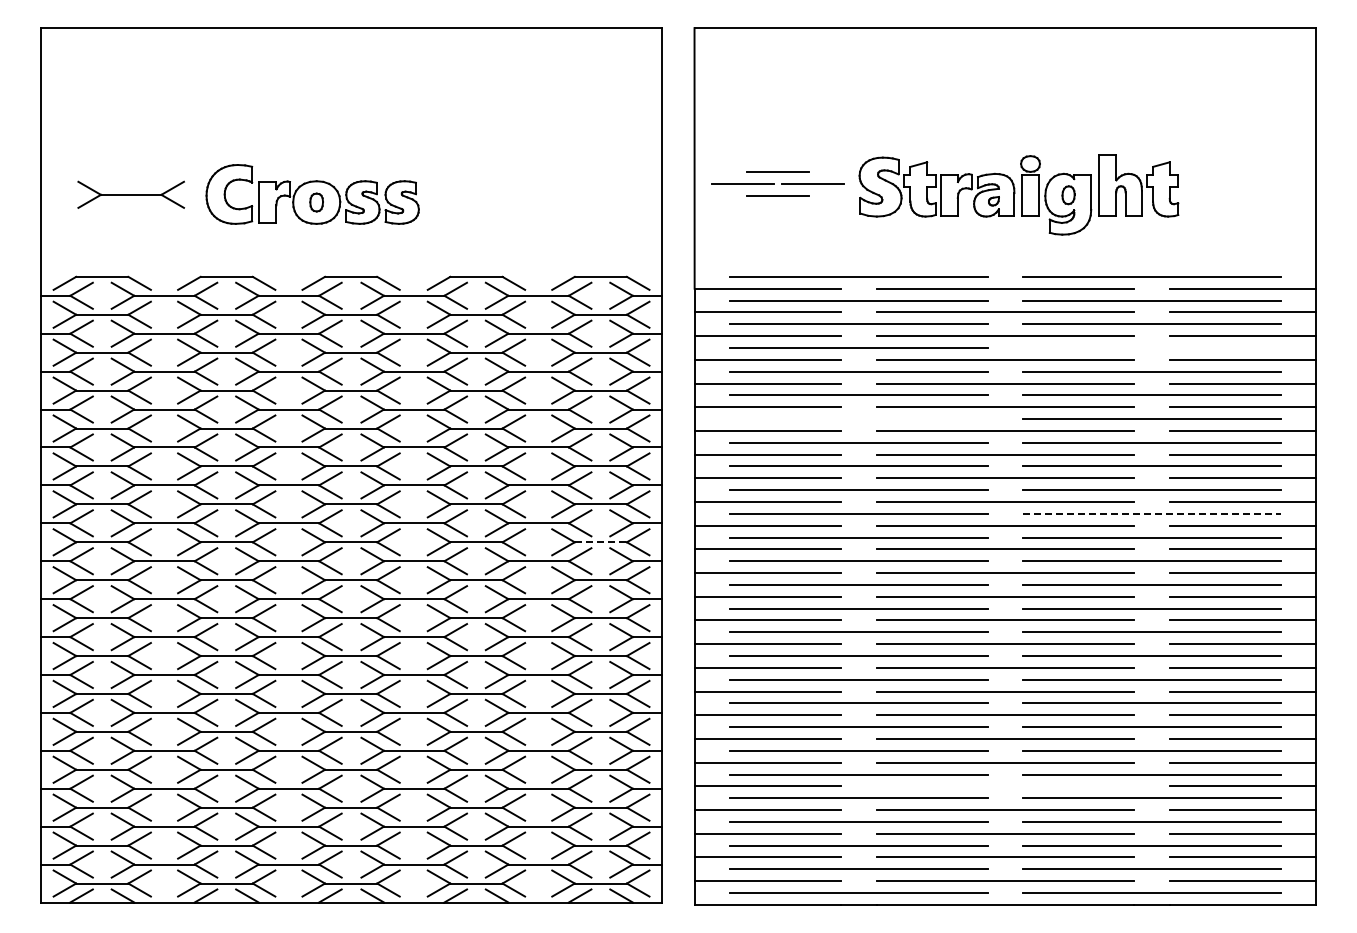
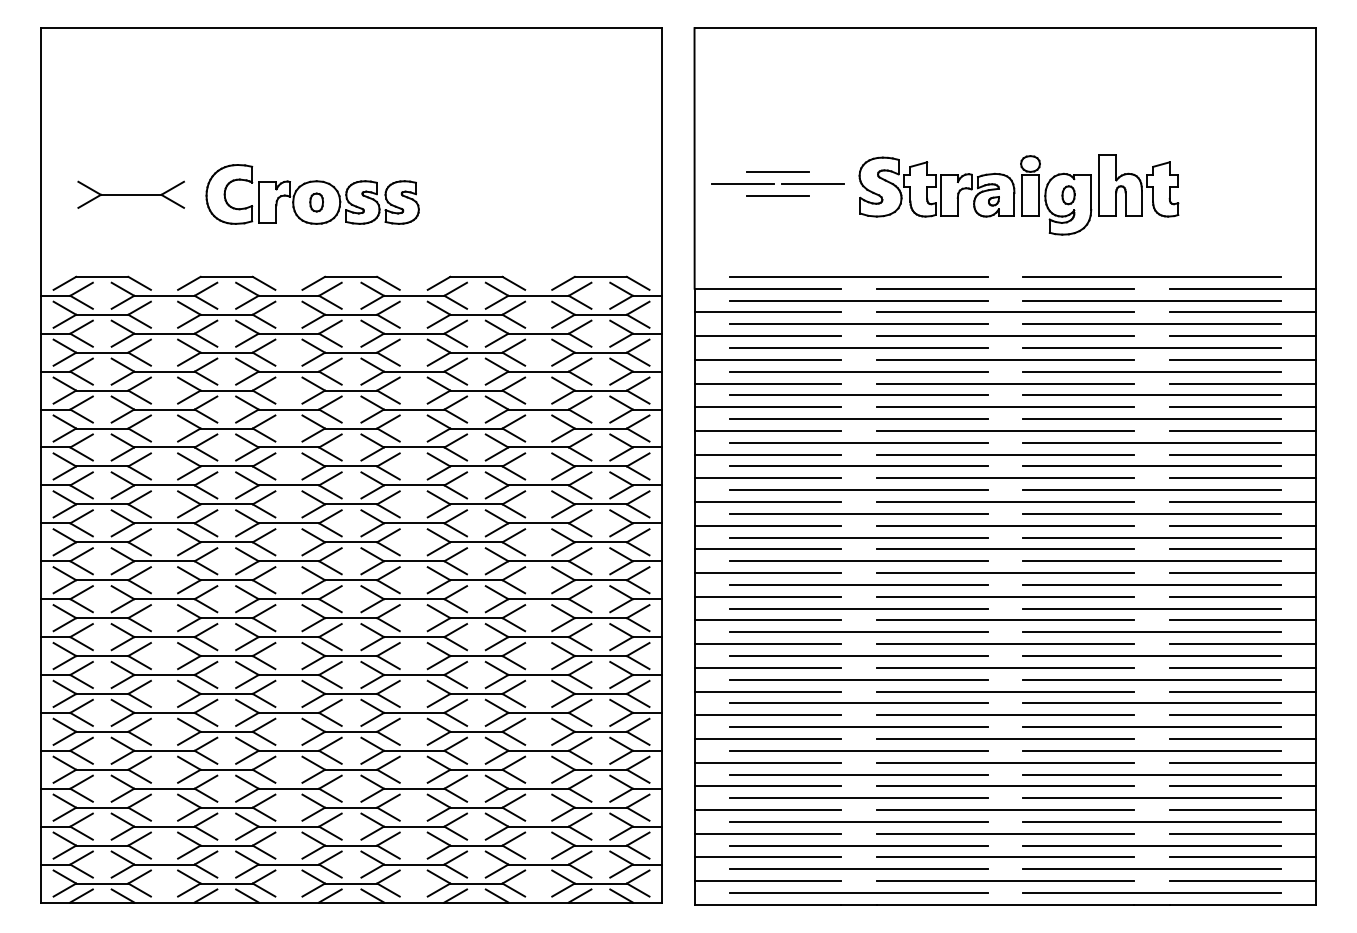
line at (1151, 347): none -> present
line at (858, 419): none -> present
line at (1151, 513): dashed -> solid
line at (601, 542): dashed -> solid
line at (1005, 786): none -> present
